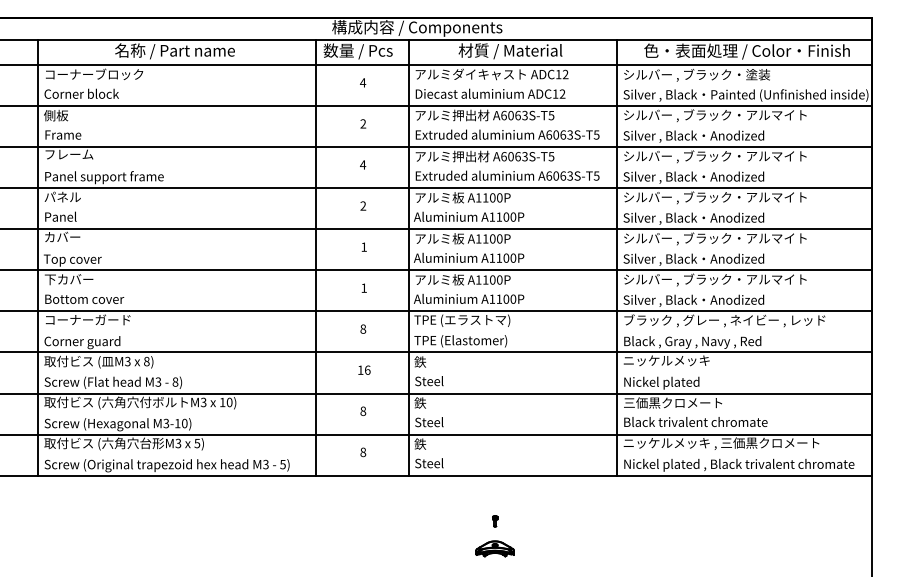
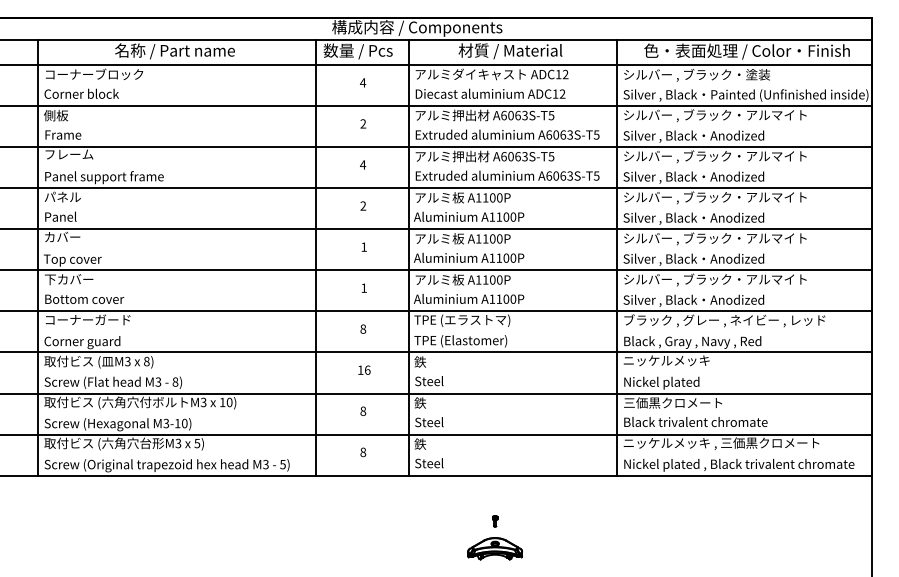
part at (494, 548) size: 40x18 px -> 56x24 px
